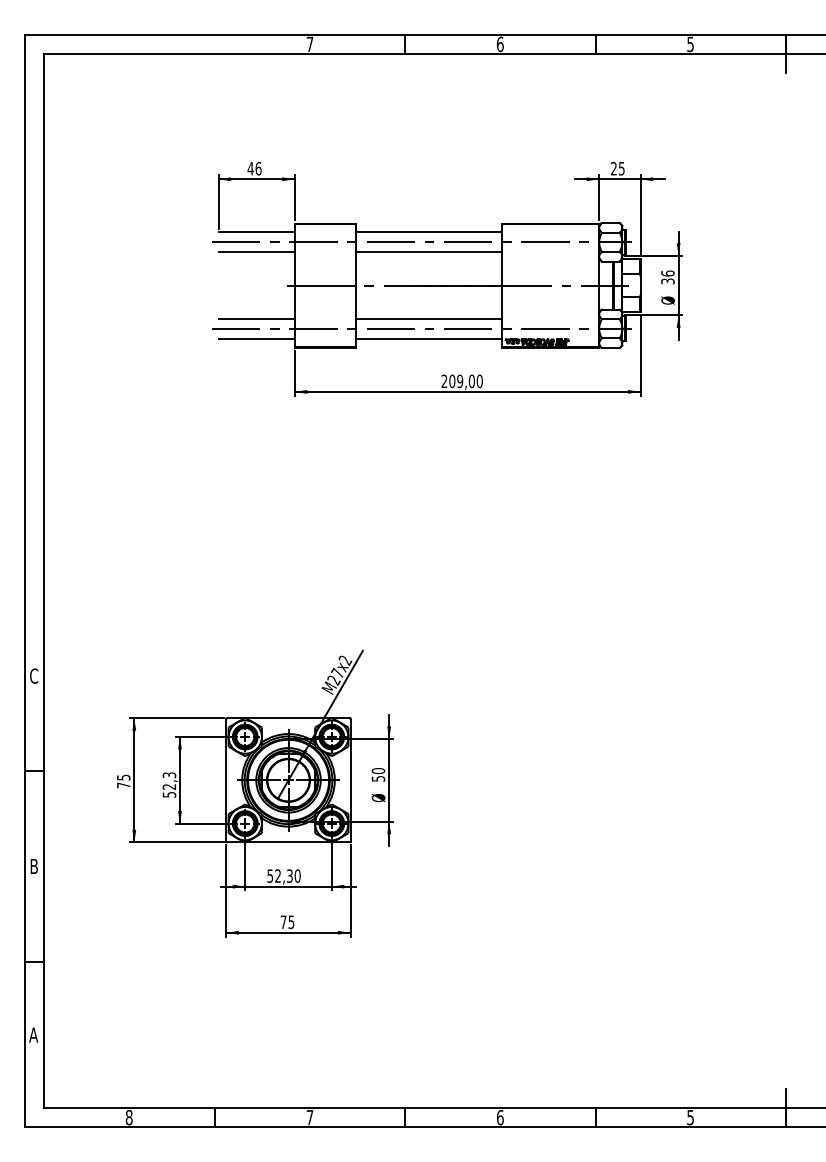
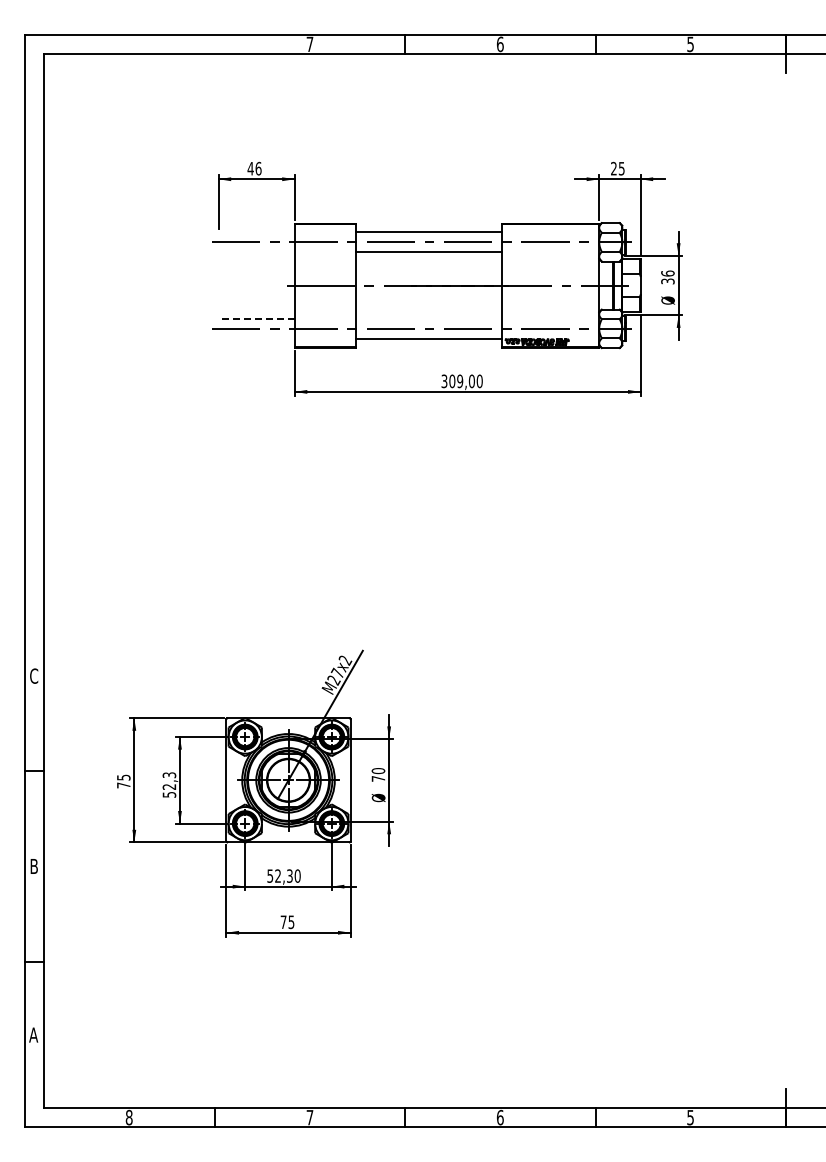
line at (256, 232): present -> none
line at (256, 252): present -> none
line at (257, 318): solid -> dashed
line at (428, 318): present -> none
line at (256, 338): present -> none
text at (444, 381): 209,00 -> 309,00
text at (378, 778): 50 -> 70
